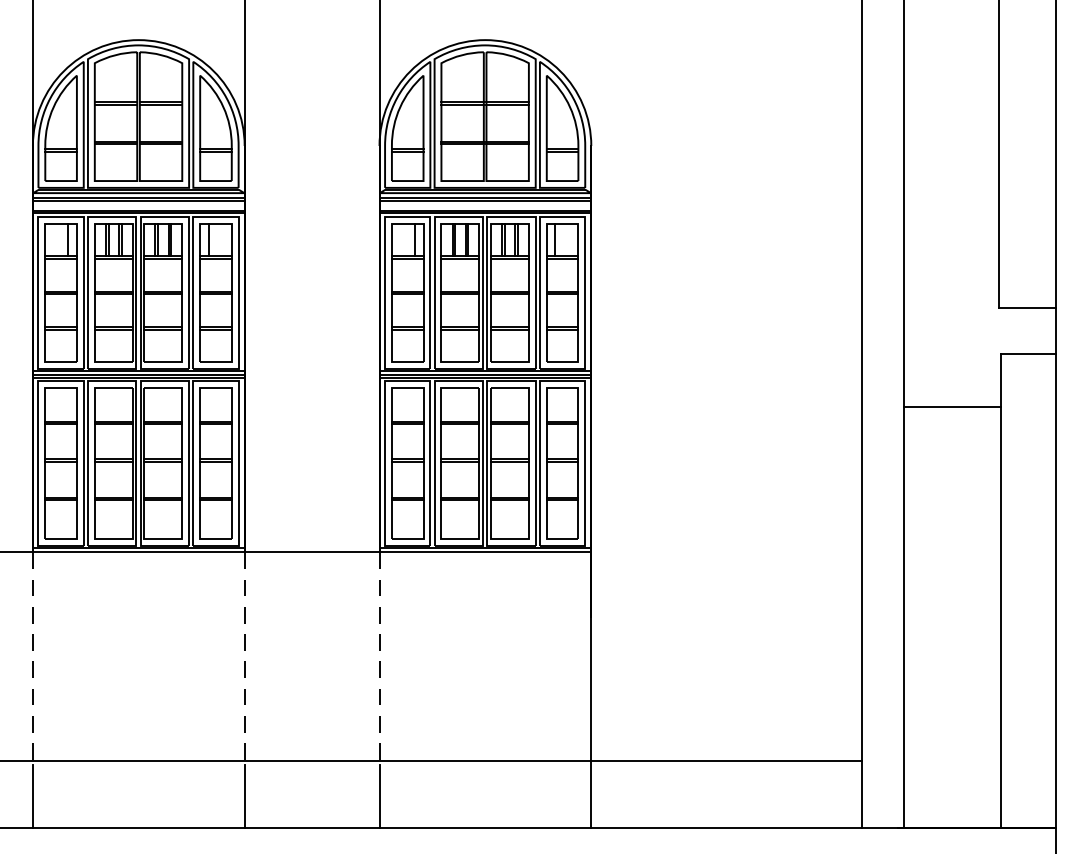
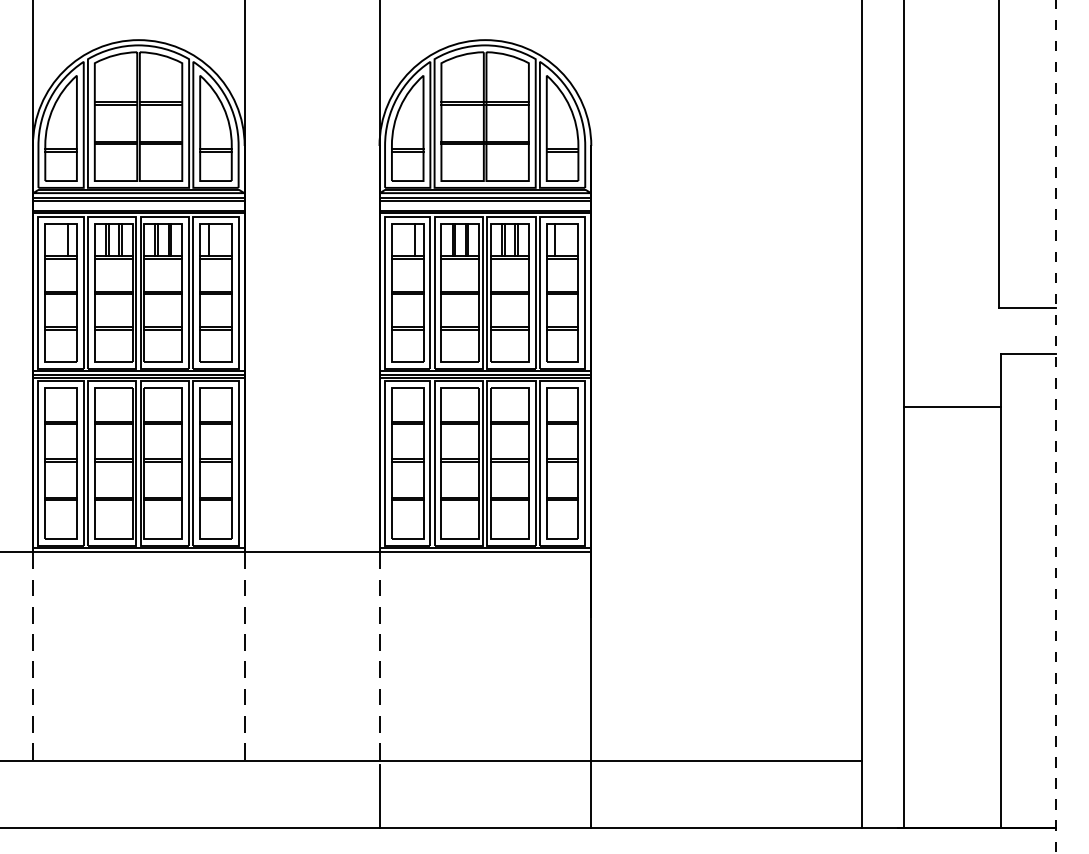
line at (1056, 427): solid -> dashed
line at (32, 796): present -> none
line at (244, 796): present -> none
